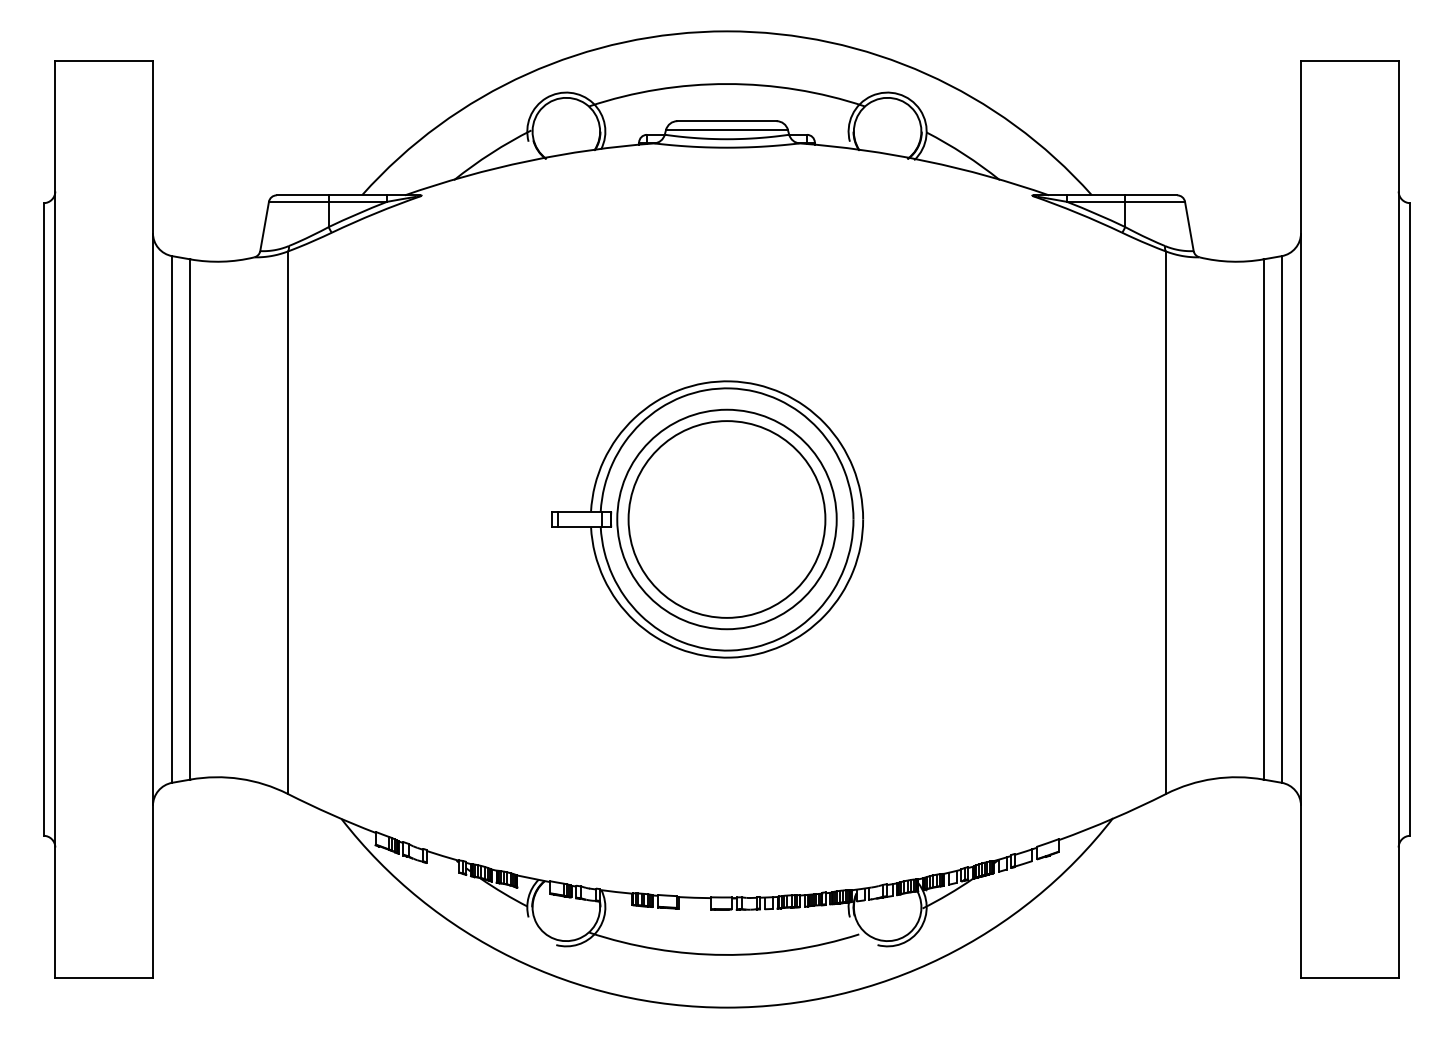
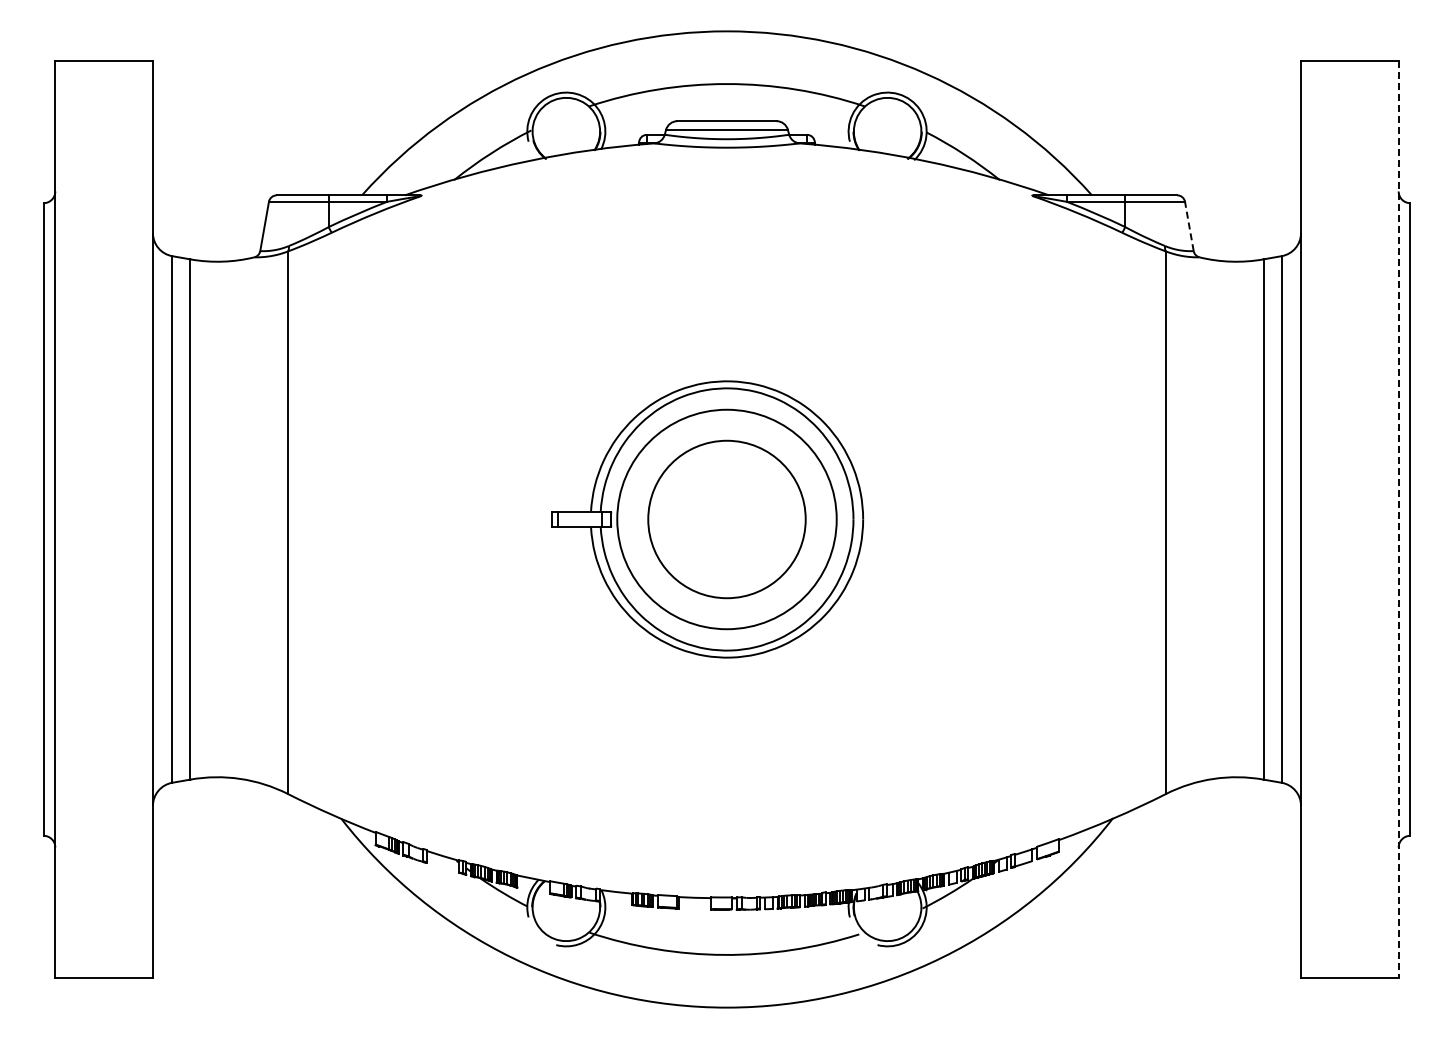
line at (1189, 225): solid -> dashed
circle at (726, 519) diameter: 197 px -> 157 px
line at (1398, 519): solid -> dashed
